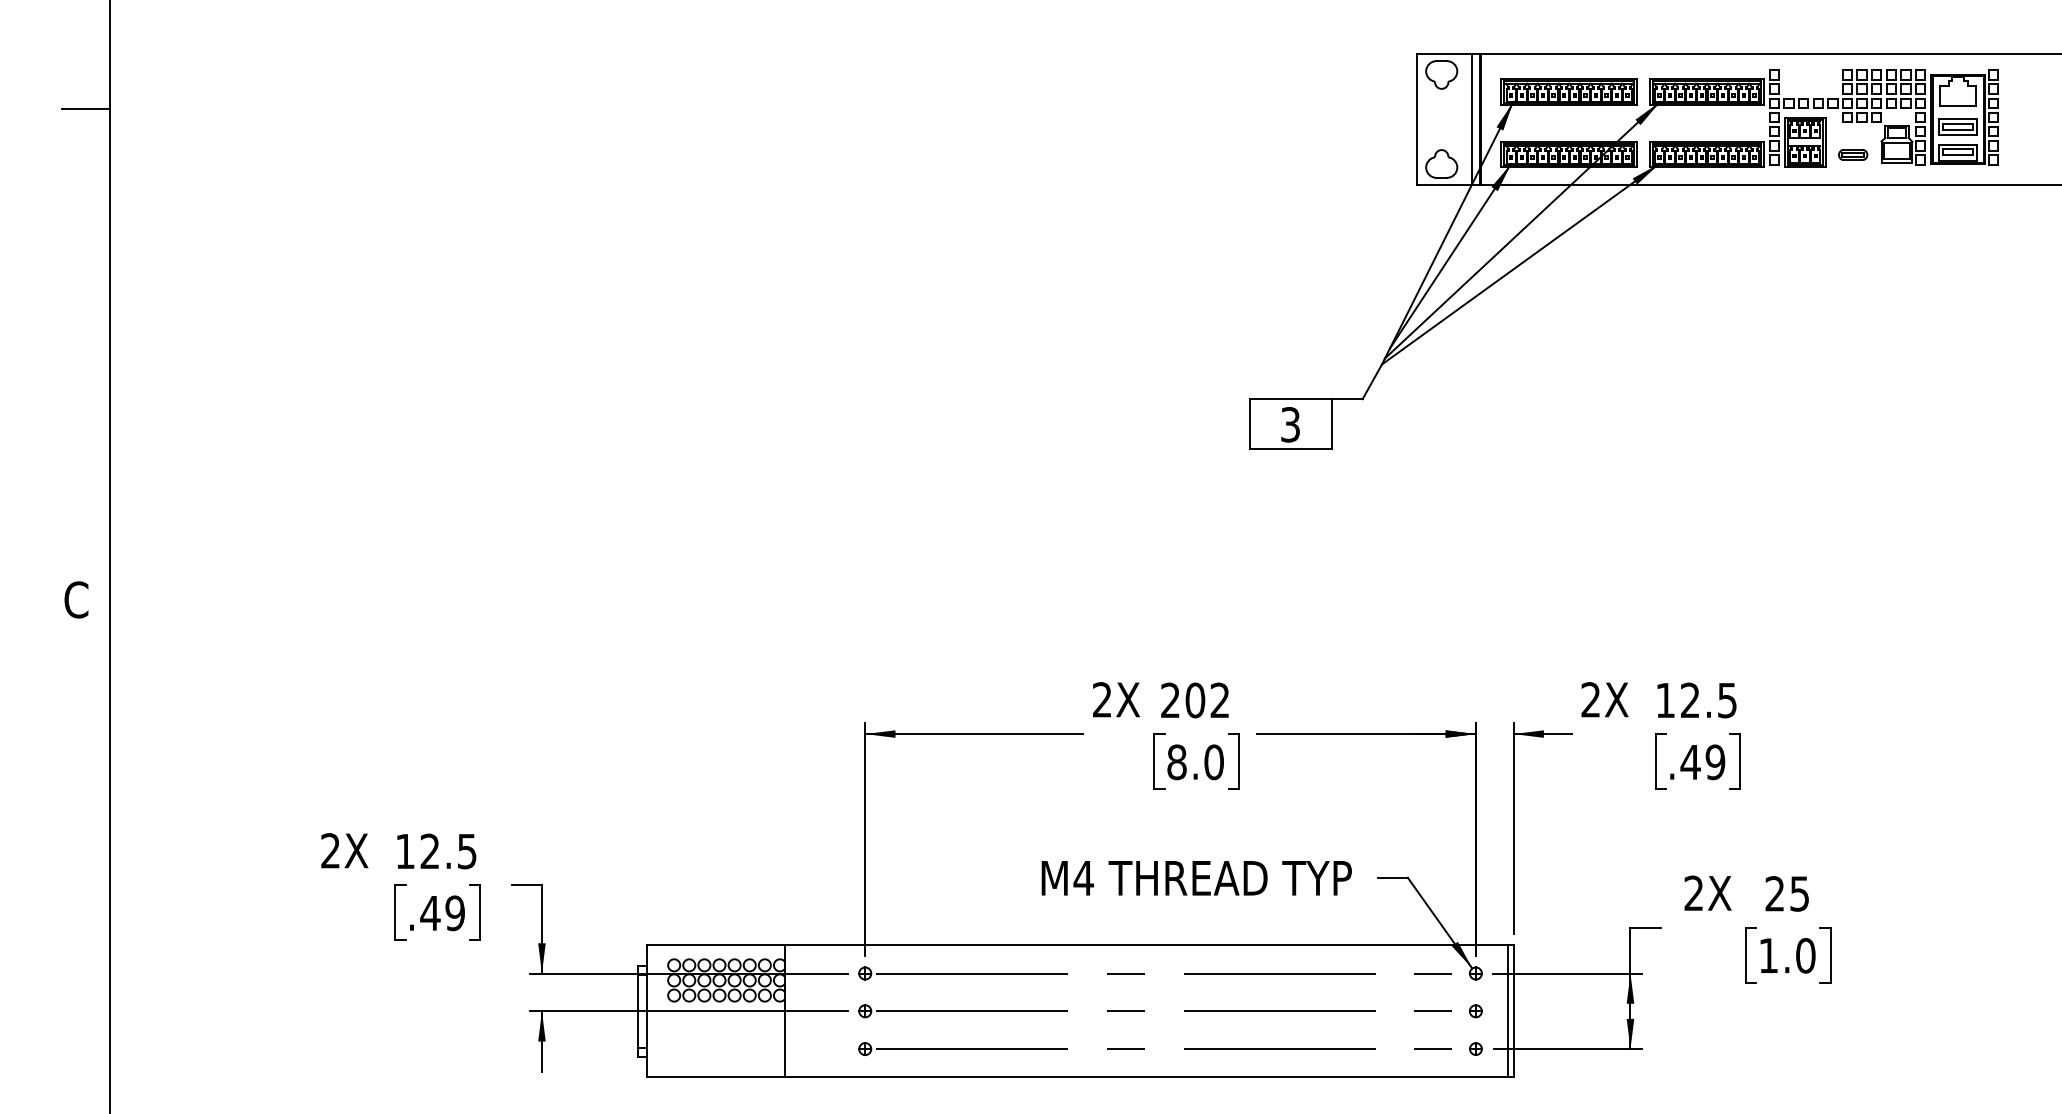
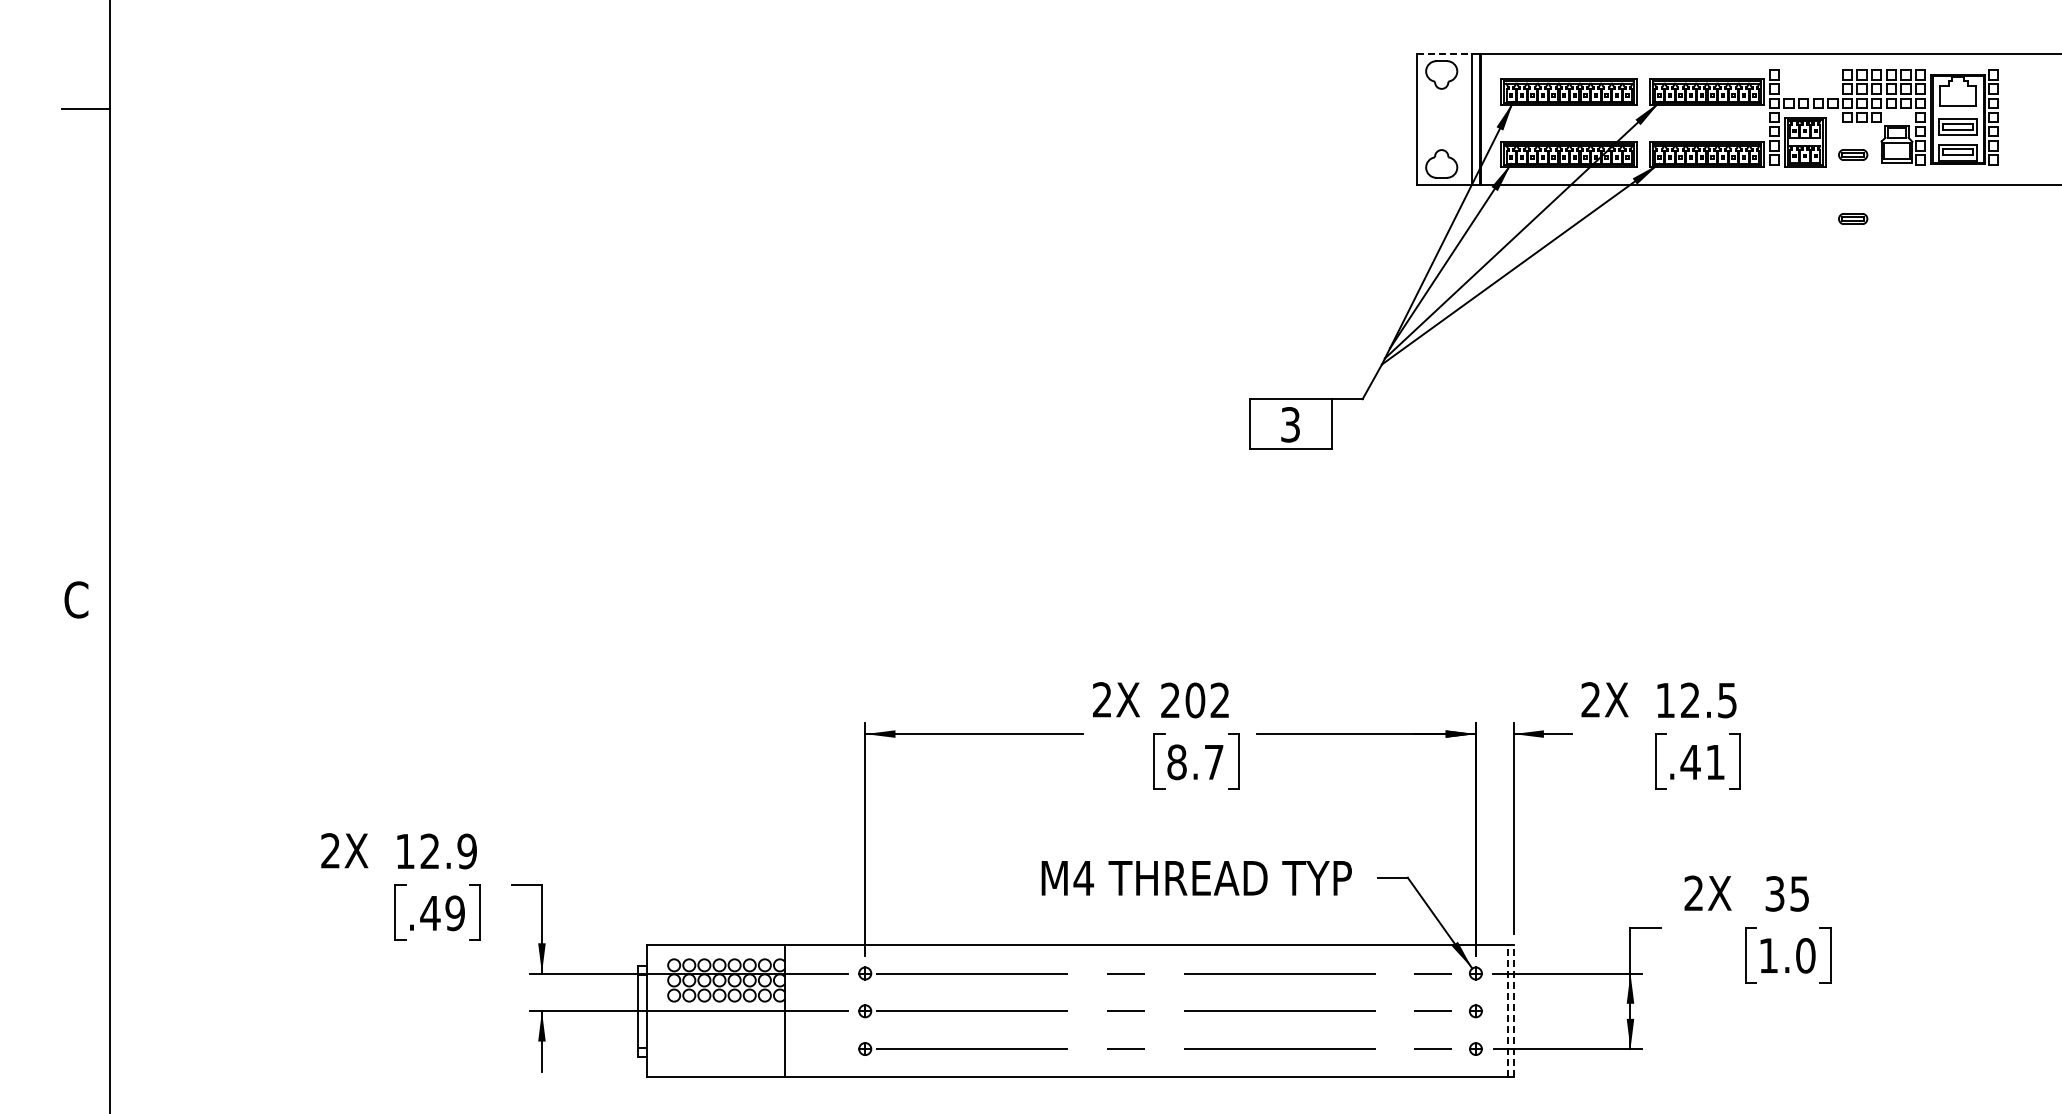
line at (1445, 53): solid -> dashed
part at (1853, 218): none -> present
text at (1213, 762): 8.0 -> 8.7
text at (1715, 762): .49 -> .41
text at (466, 851): 12.5 -> 12.9
text at (1774, 893): 25 -> 35
line at (1507, 1011): solid -> dashed
line at (1513, 1011): solid -> dashed
